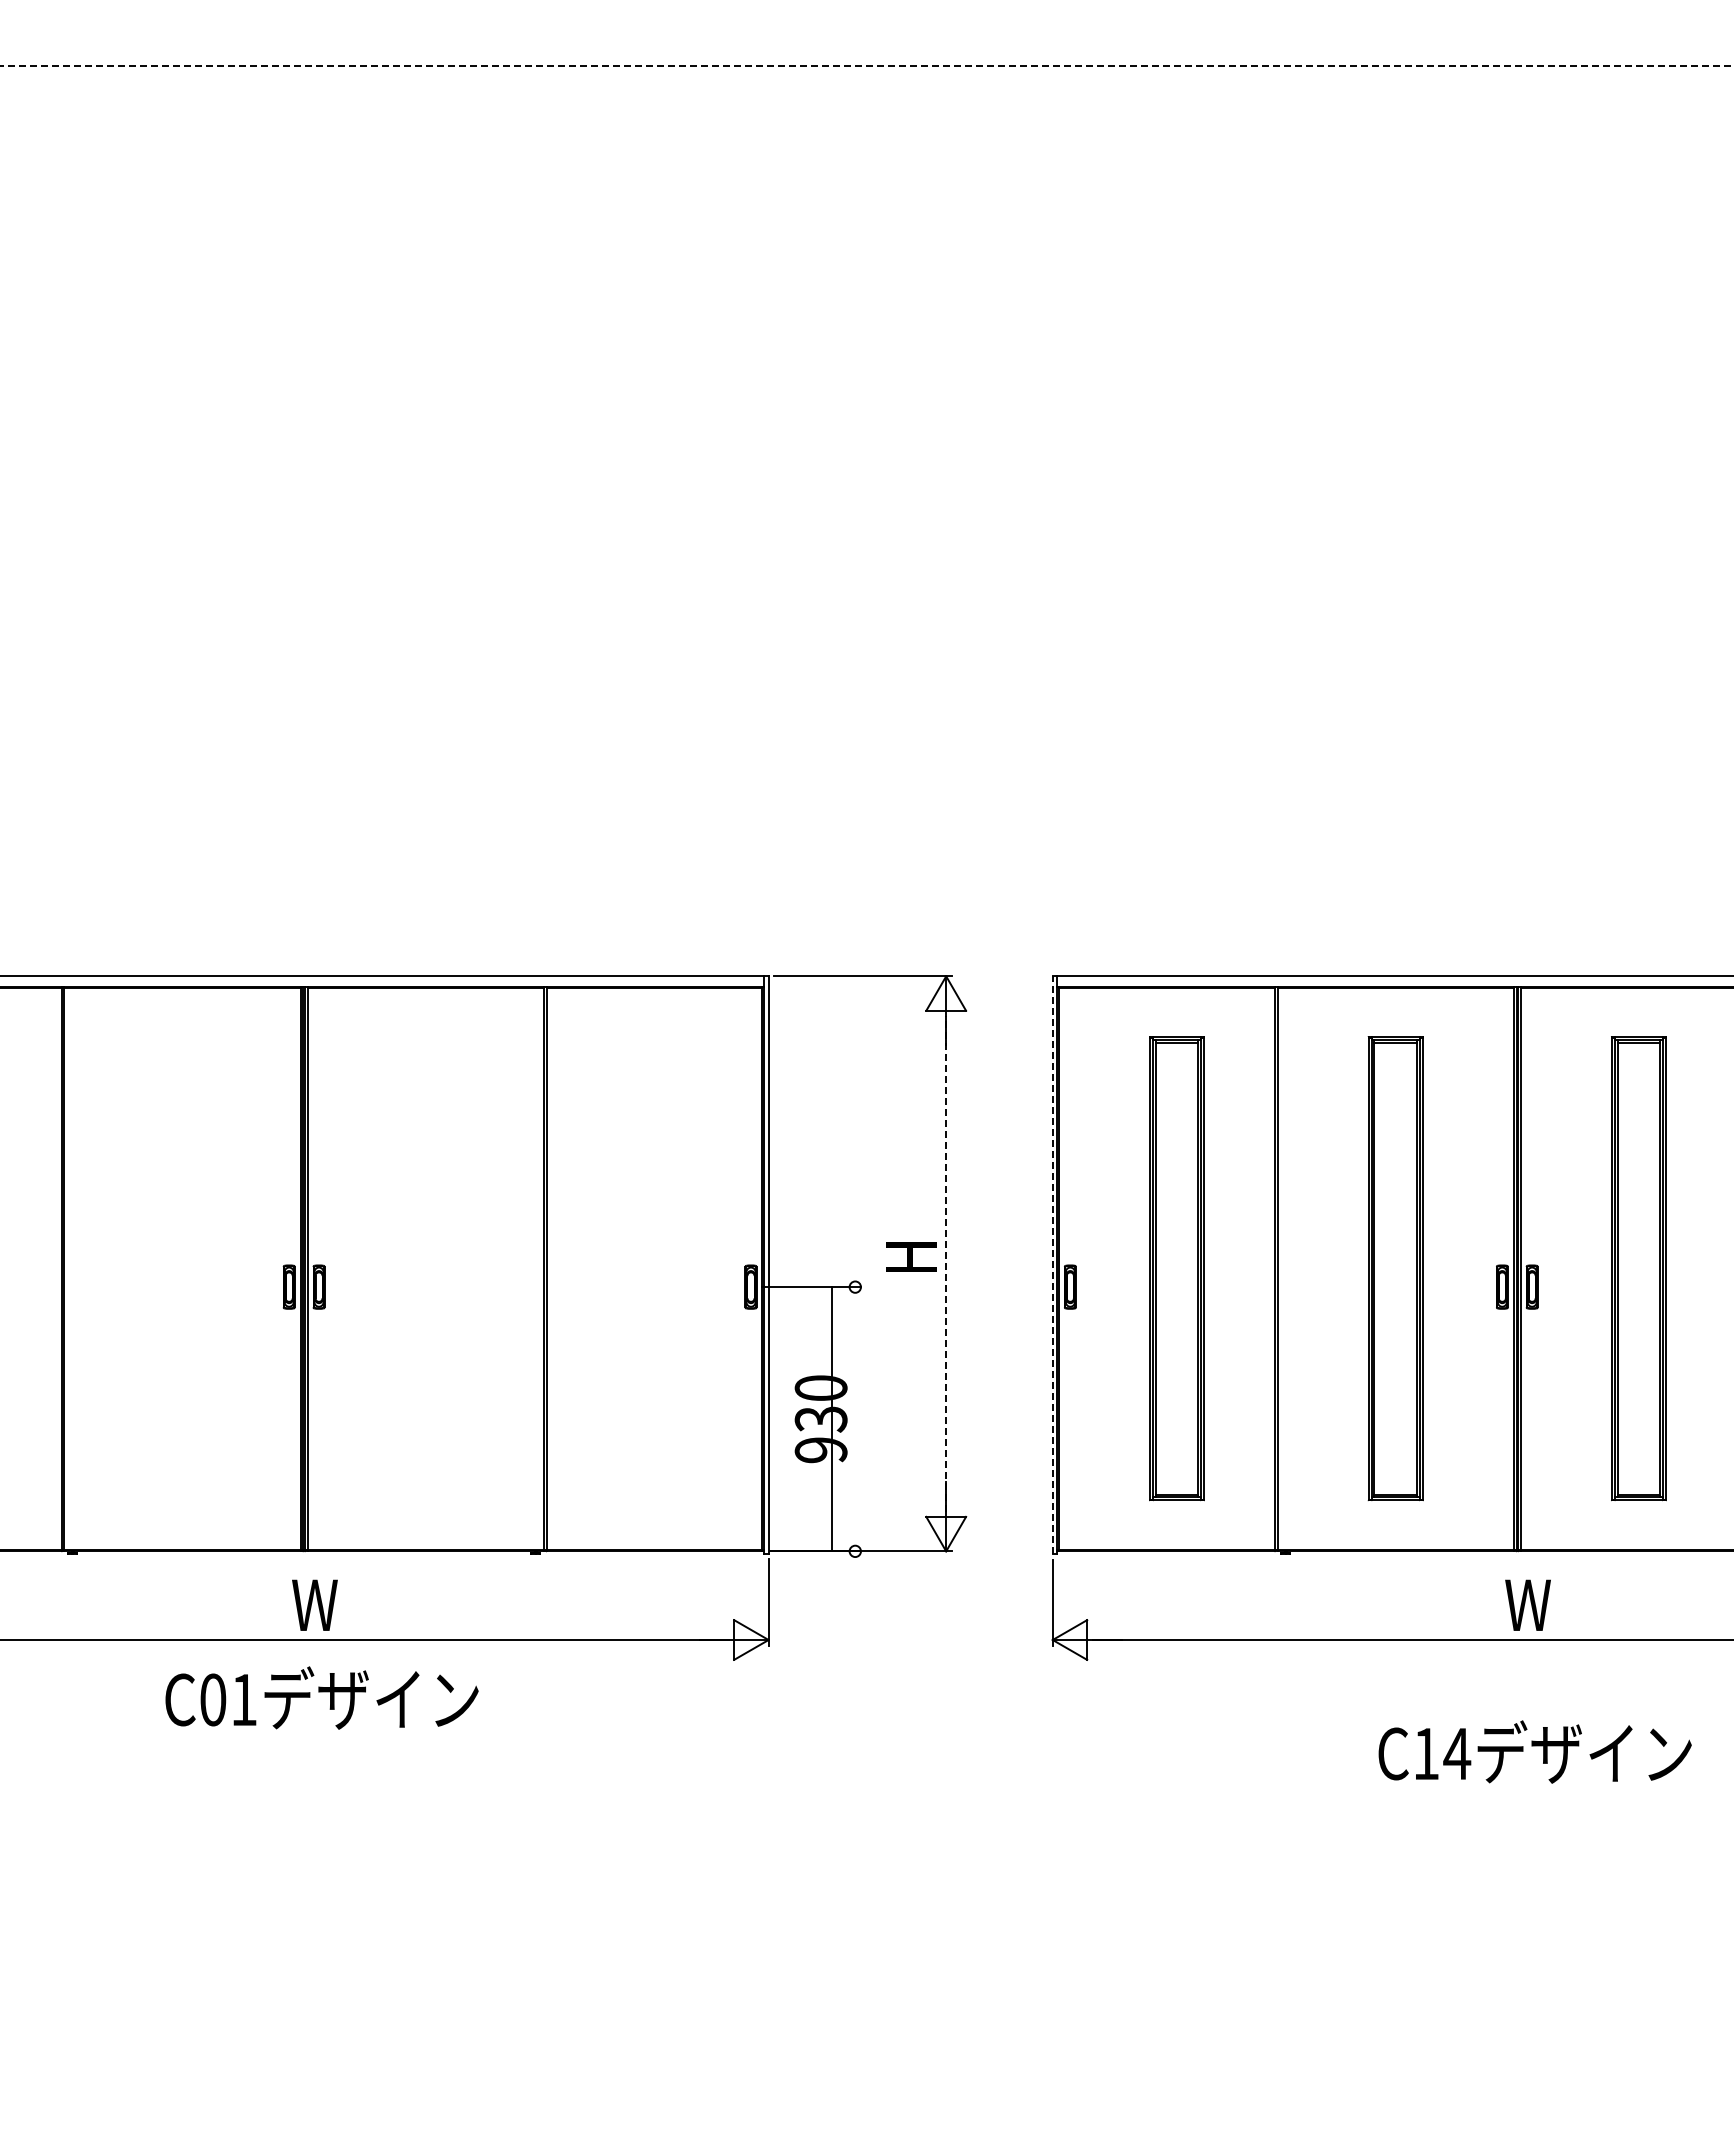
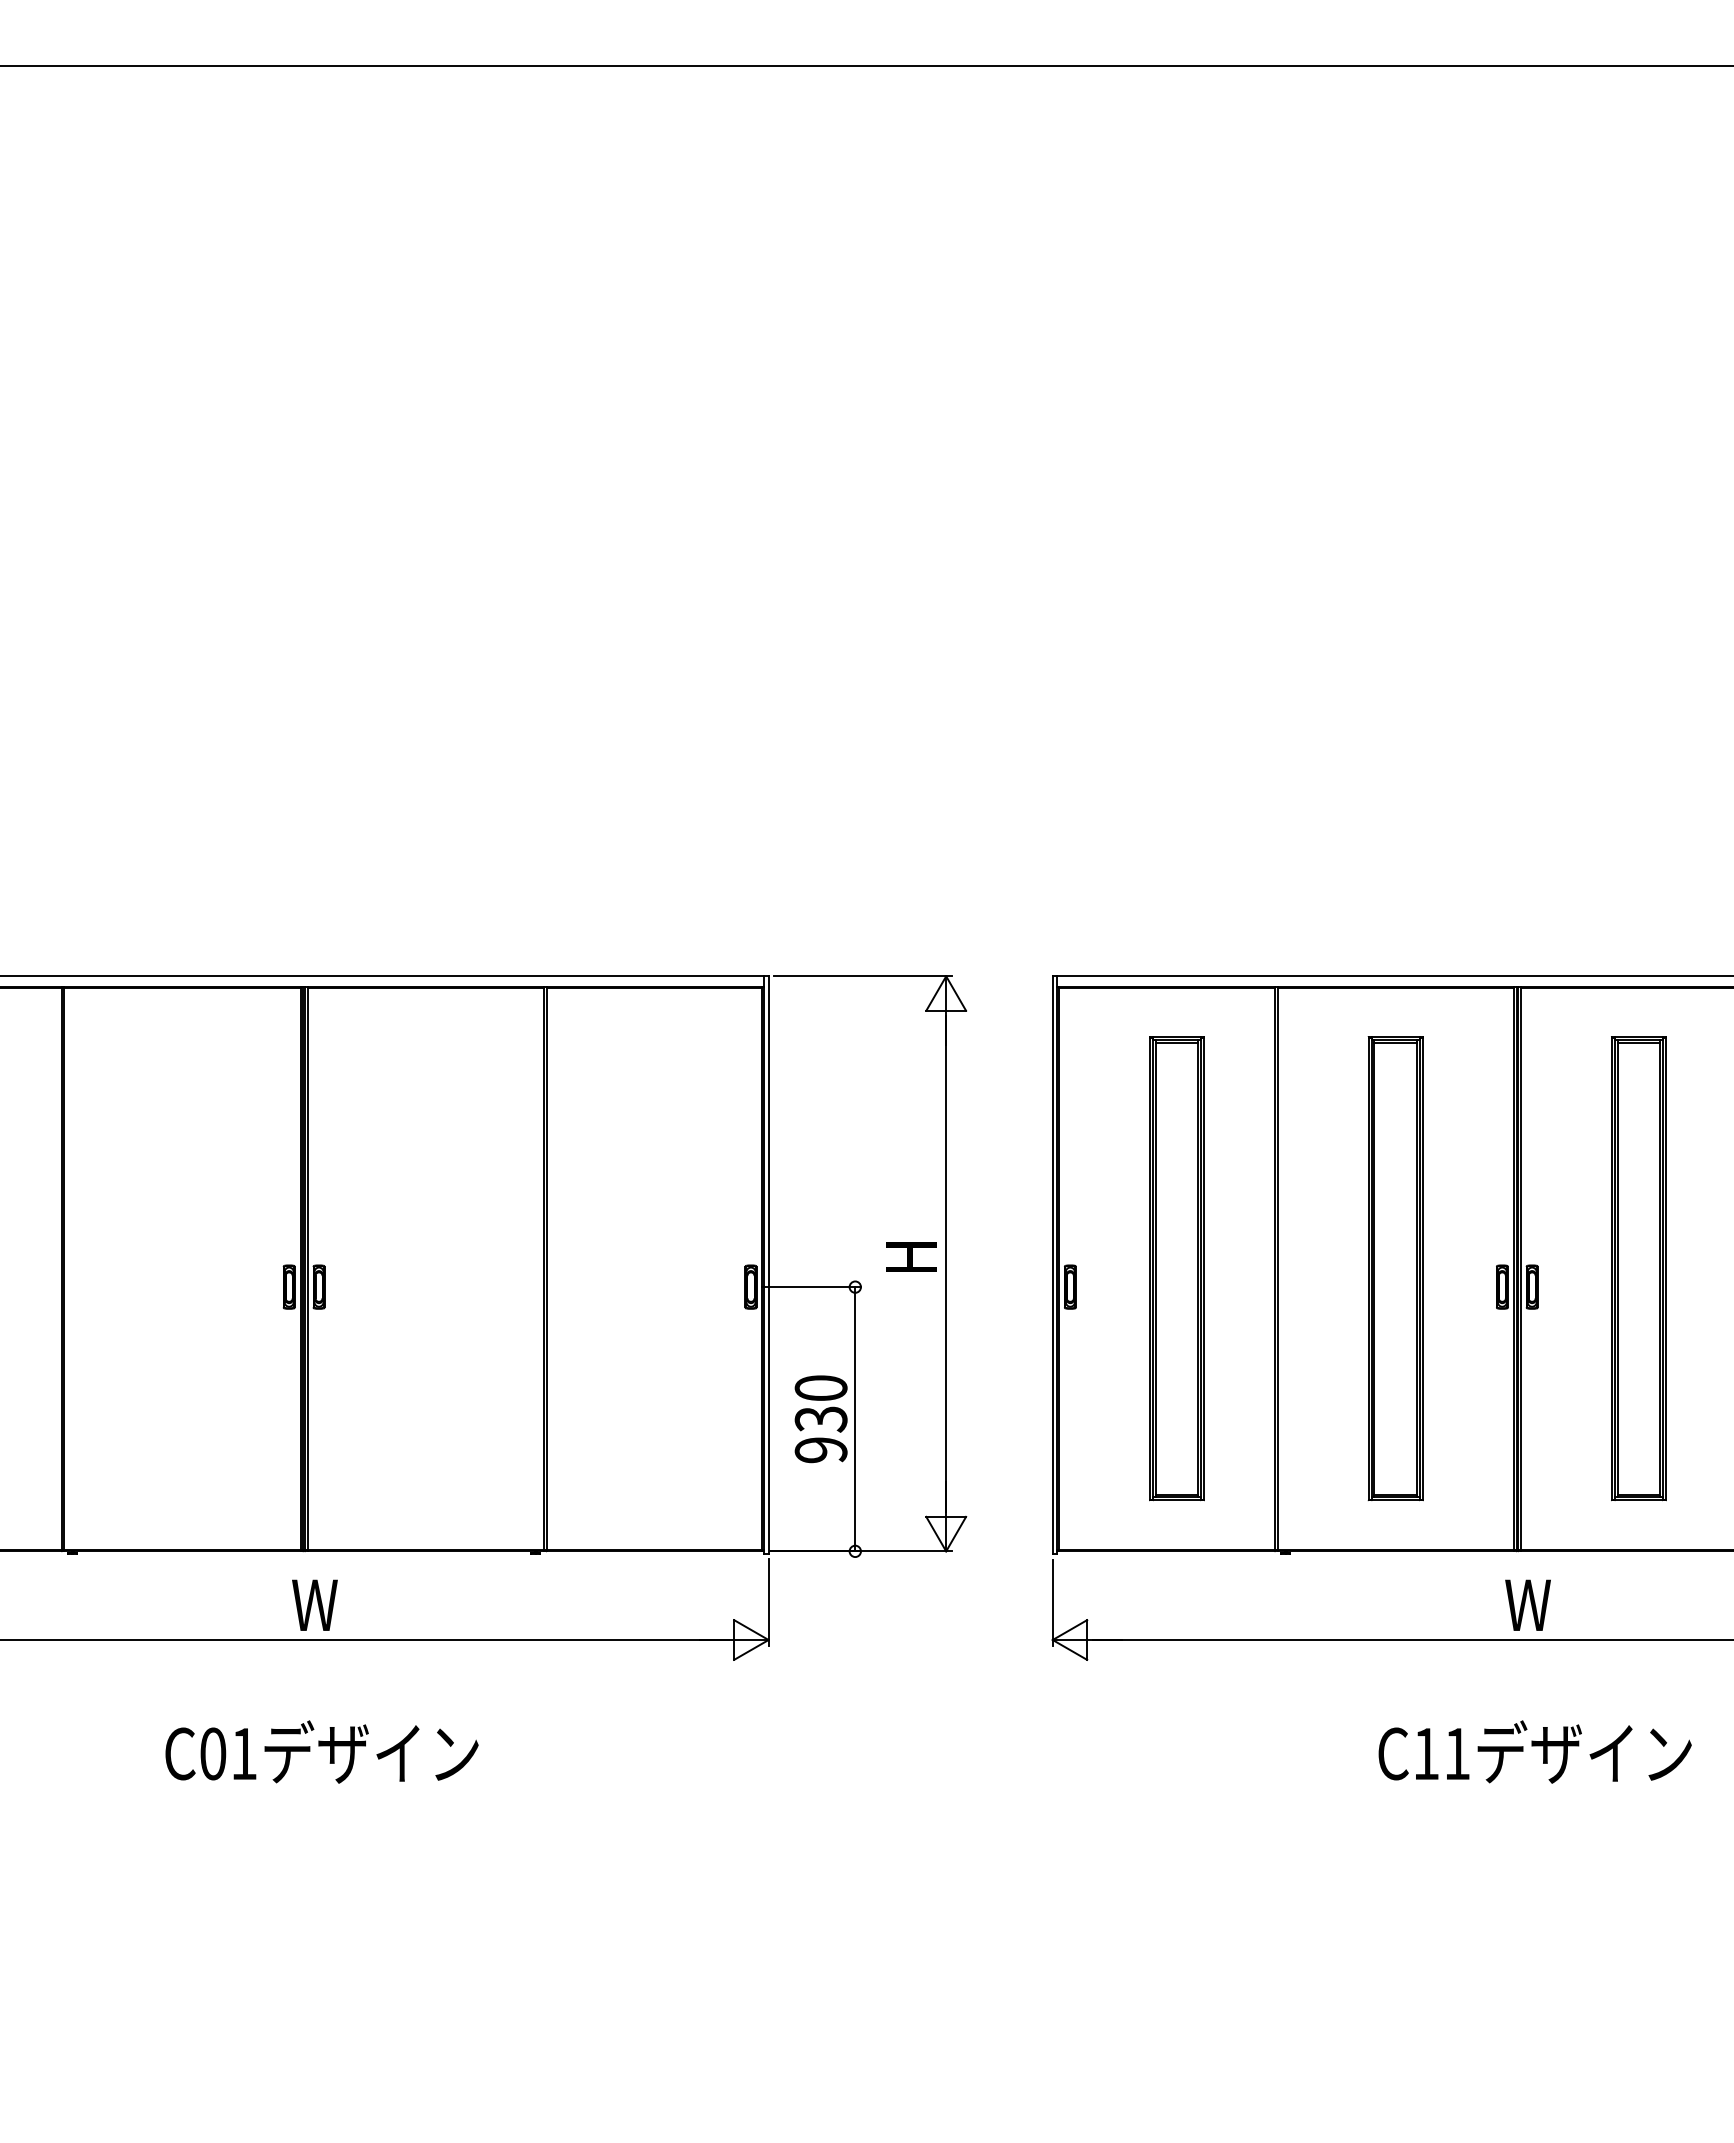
line at (866, 66): dashed -> solid
line at (946, 1263): dashed -> solid
line at (1052, 1265): dashed -> solid
line at (832, 1419) position: (832, 1419) -> (855, 1419)
text at (321, 1697) position: (321, 1697) -> (321, 1751)
text at (1457, 1753): C14 -> C11
